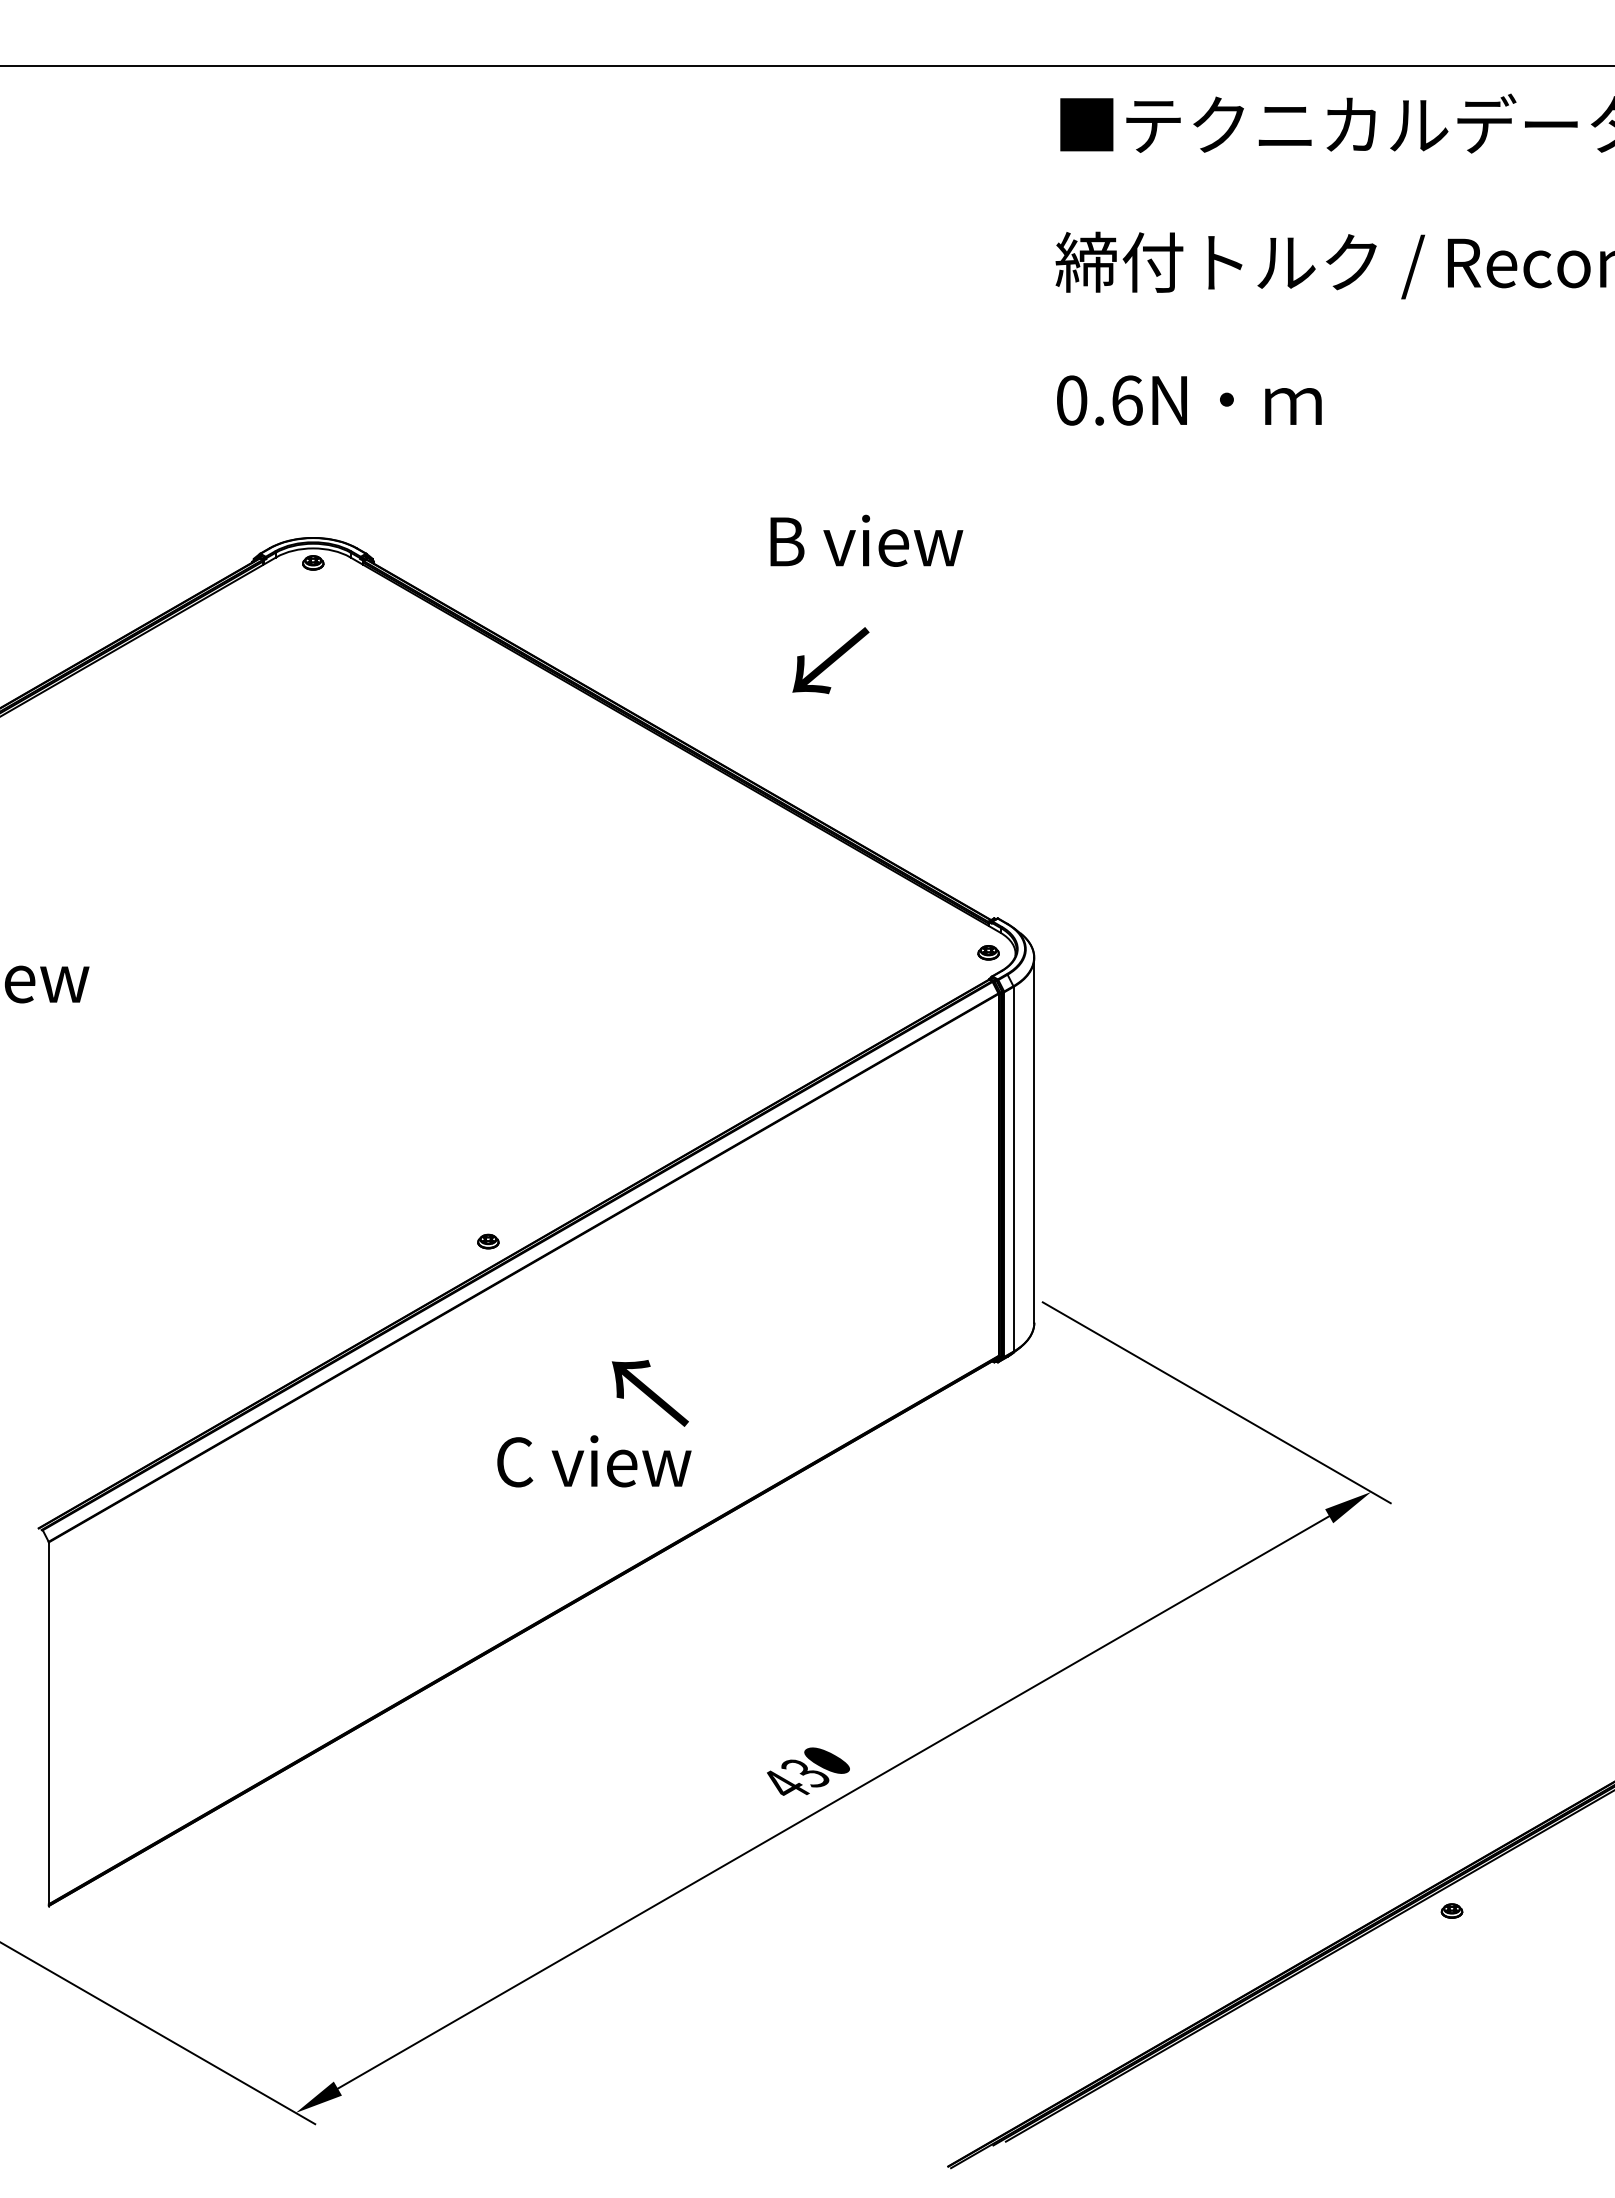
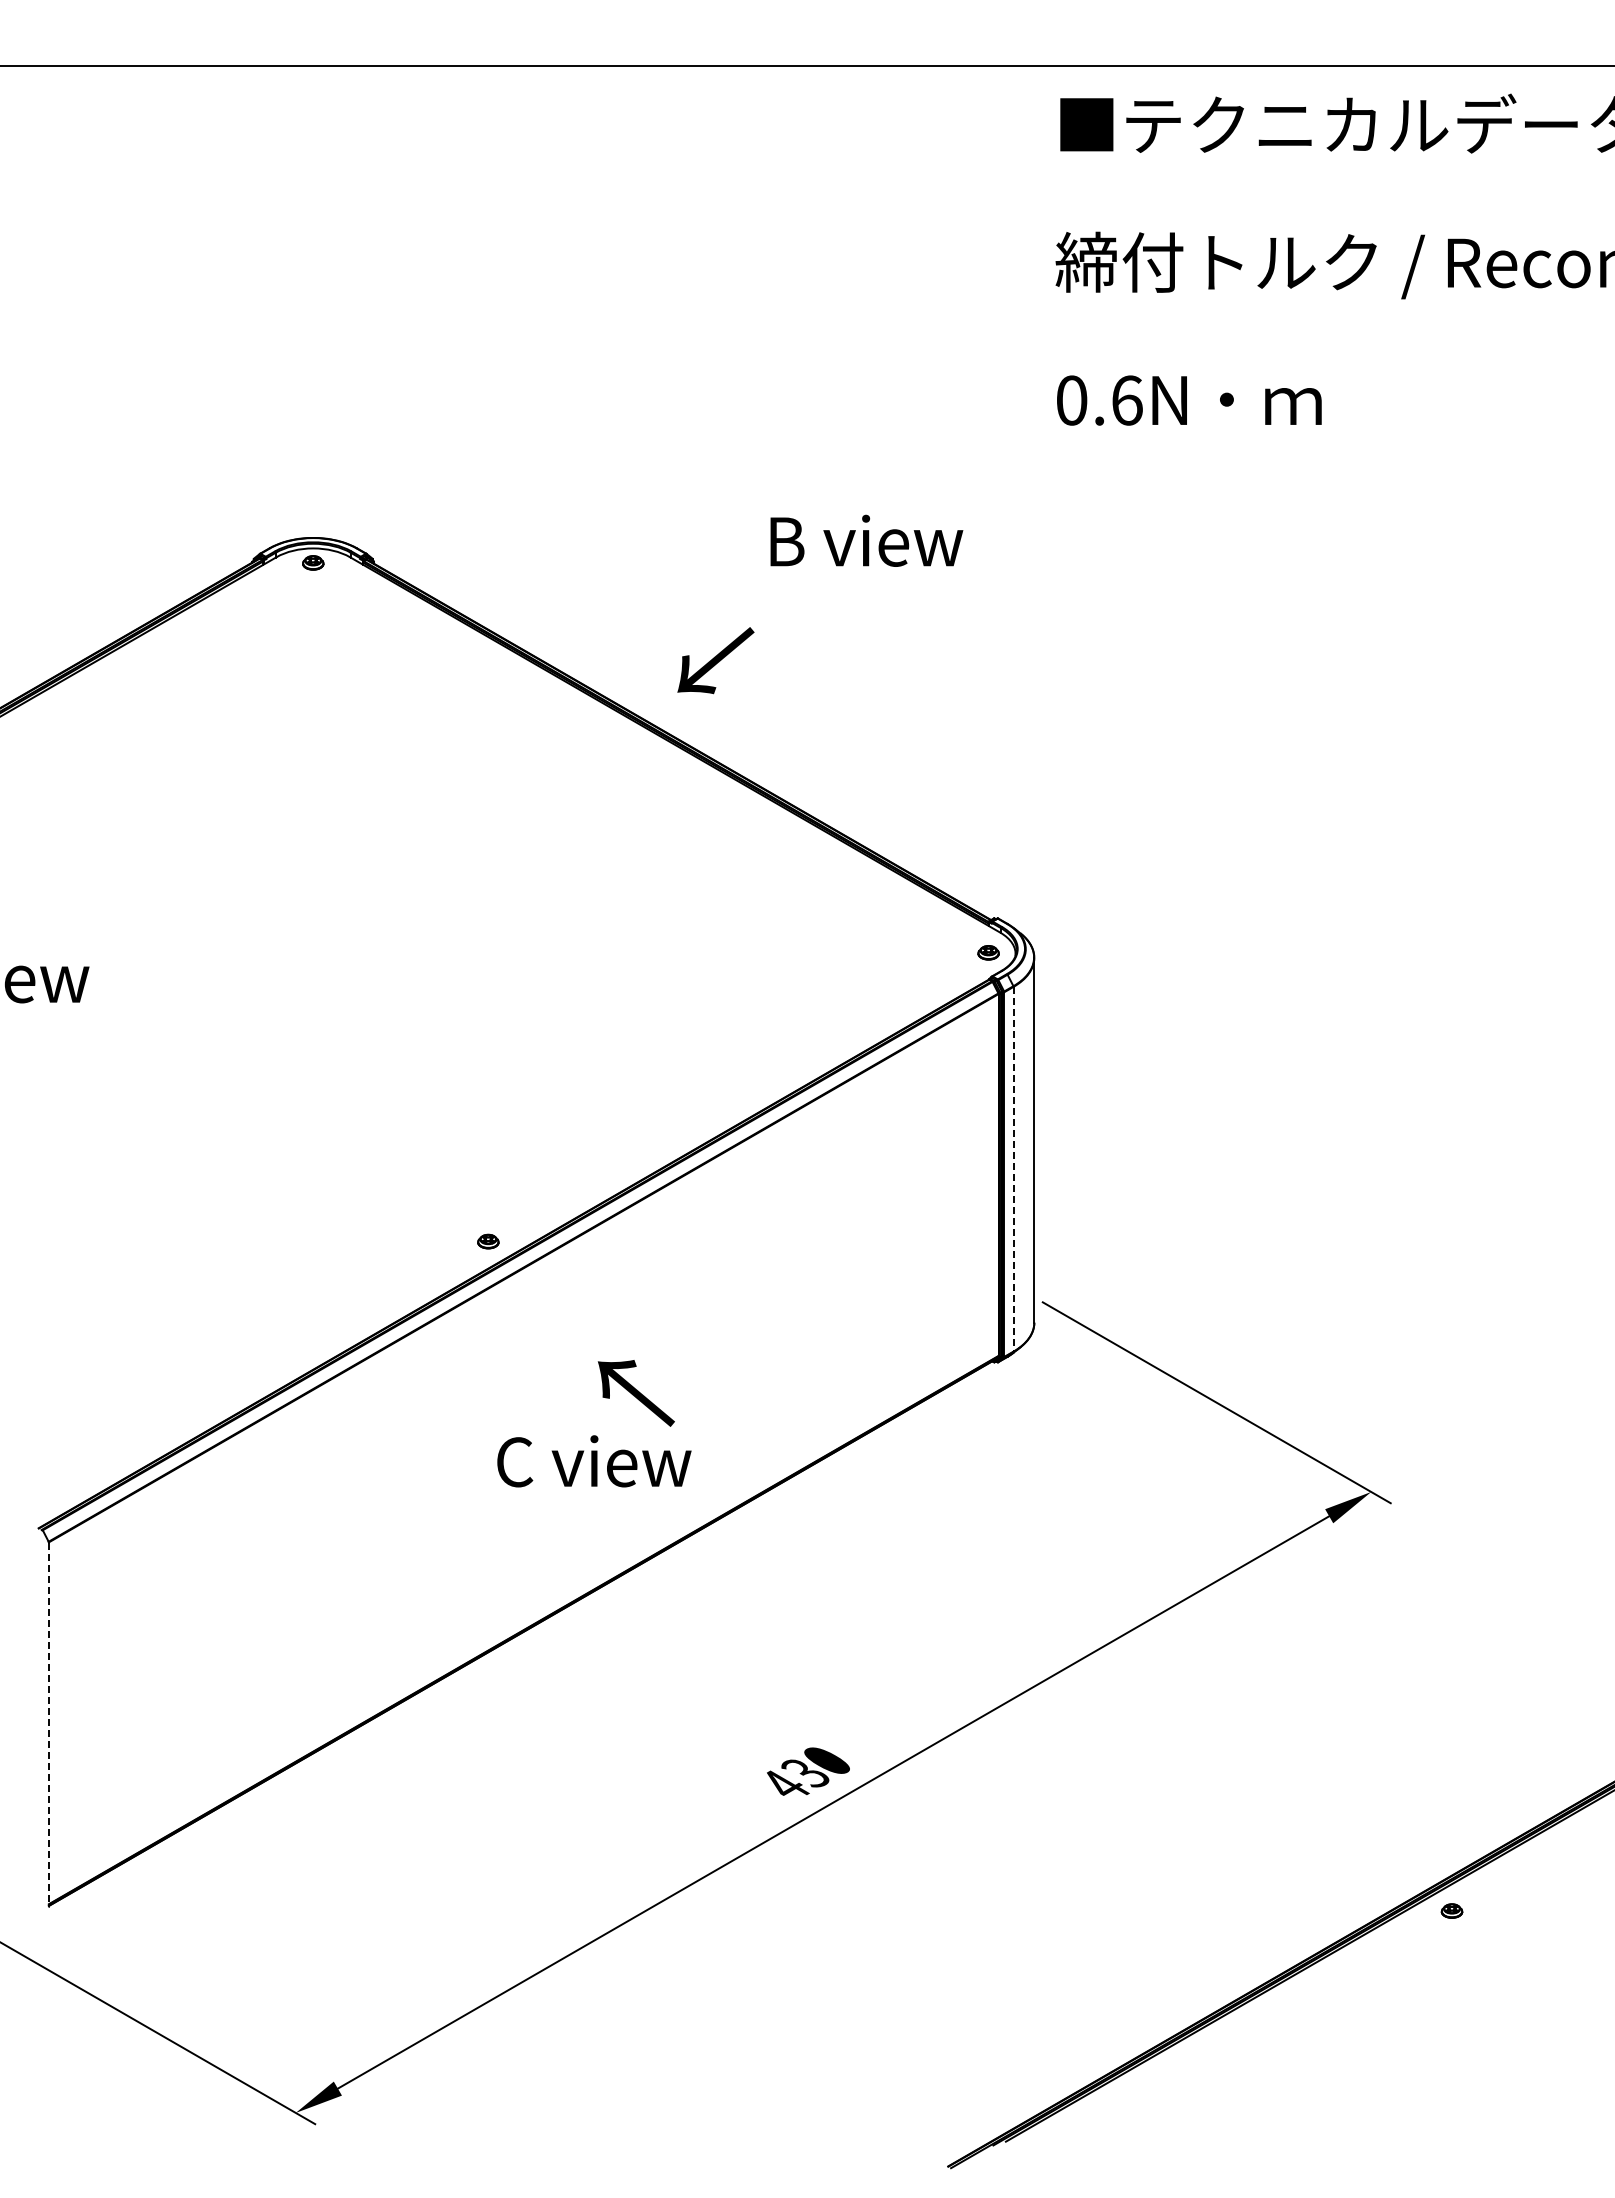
text at (830, 660) position: (830, 660) -> (715, 660)
line at (1013, 1169): solid -> dashed
text at (649, 1393) position: (649, 1393) -> (635, 1393)
line at (48, 1724): solid -> dashed
